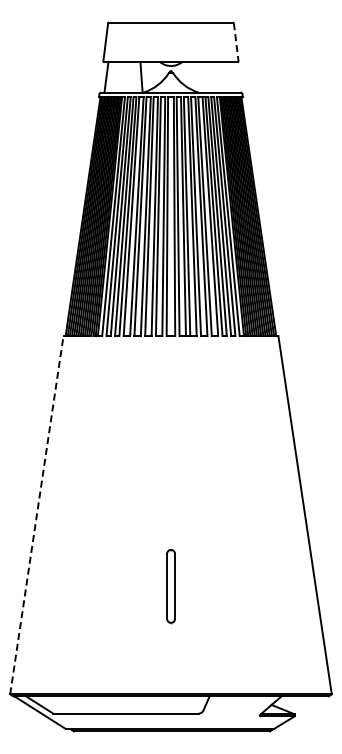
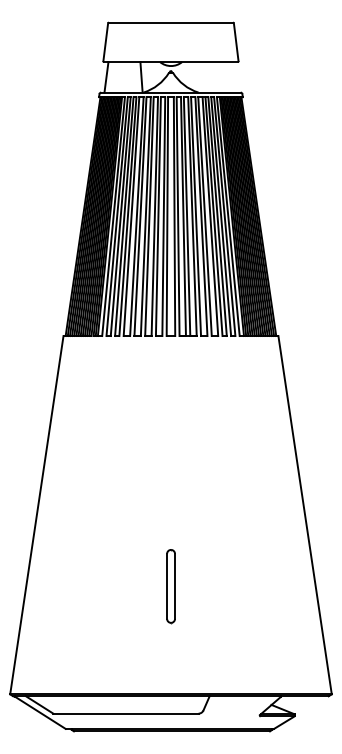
line at (236, 42): dashed -> solid
line at (36, 514): dashed -> solid
